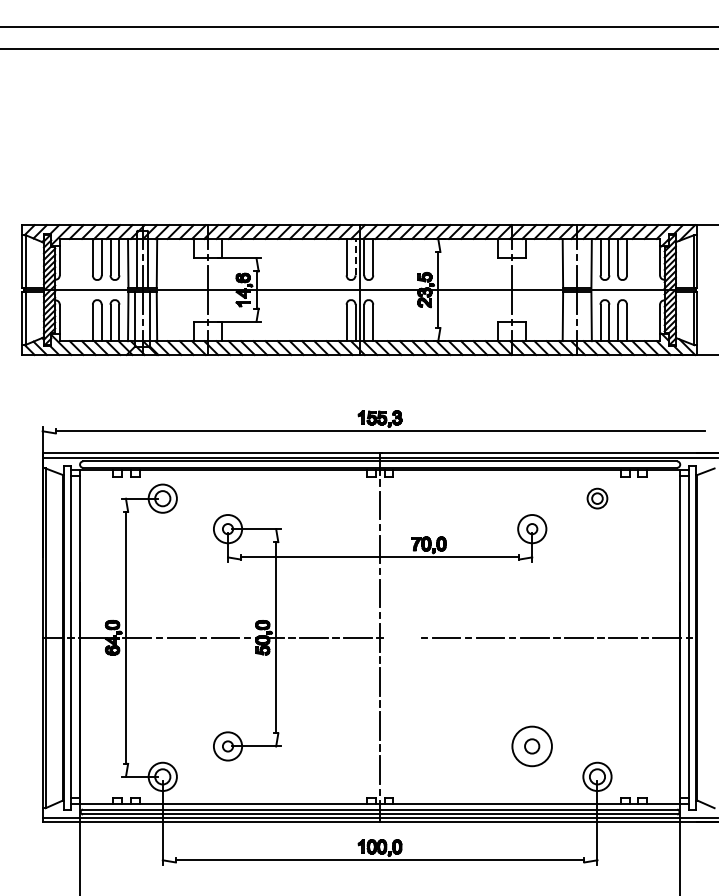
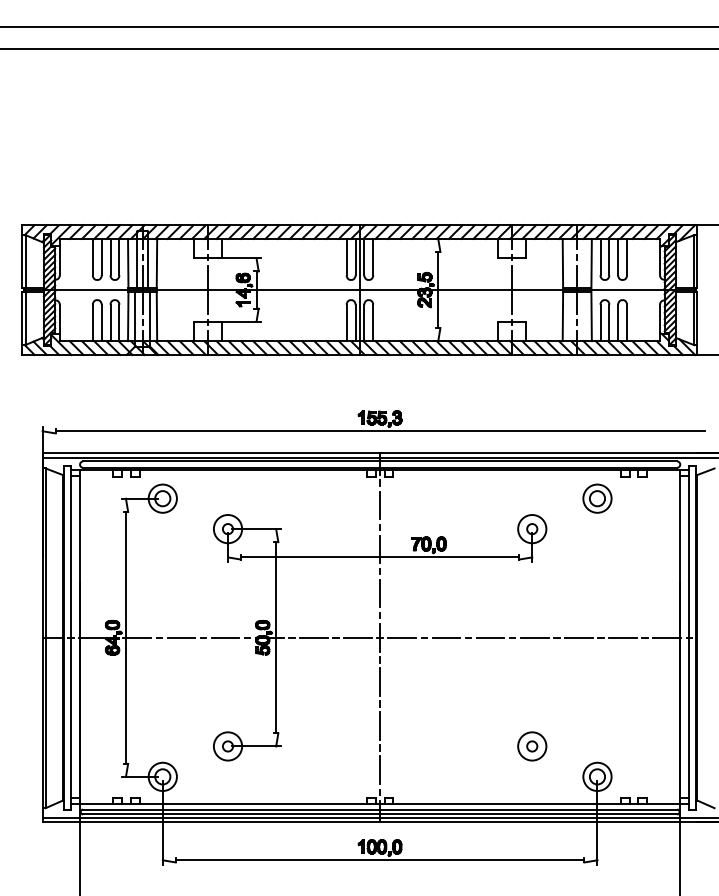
line at (355, 256): dashed -> solid
part at (597, 498) size: 23x23 px -> 31x31 px
line at (402, 637): none -> present
part at (531, 746) size: 42x43 px -> 31x31 px
